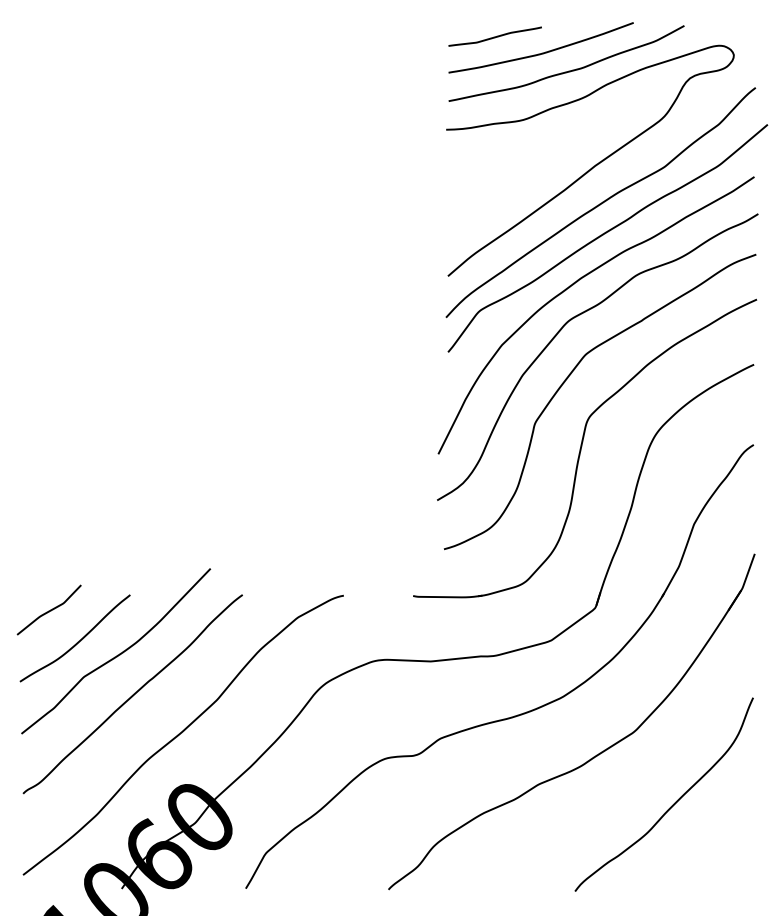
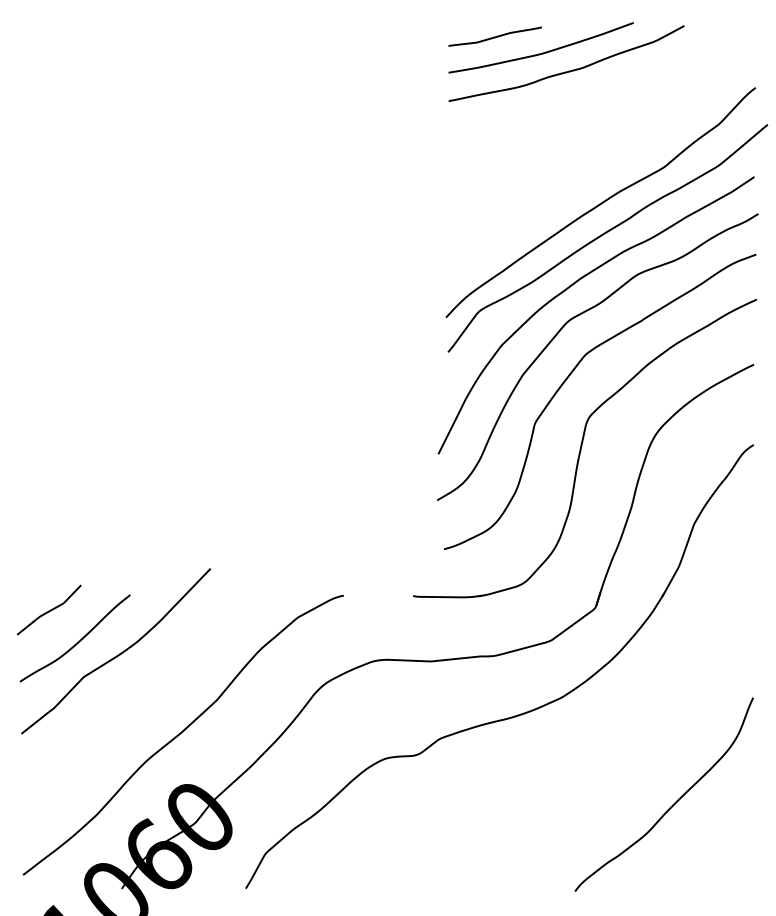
curve at (592, 166): present -> none
curve at (132, 694): present -> none
part at (593, 756): present -> none
